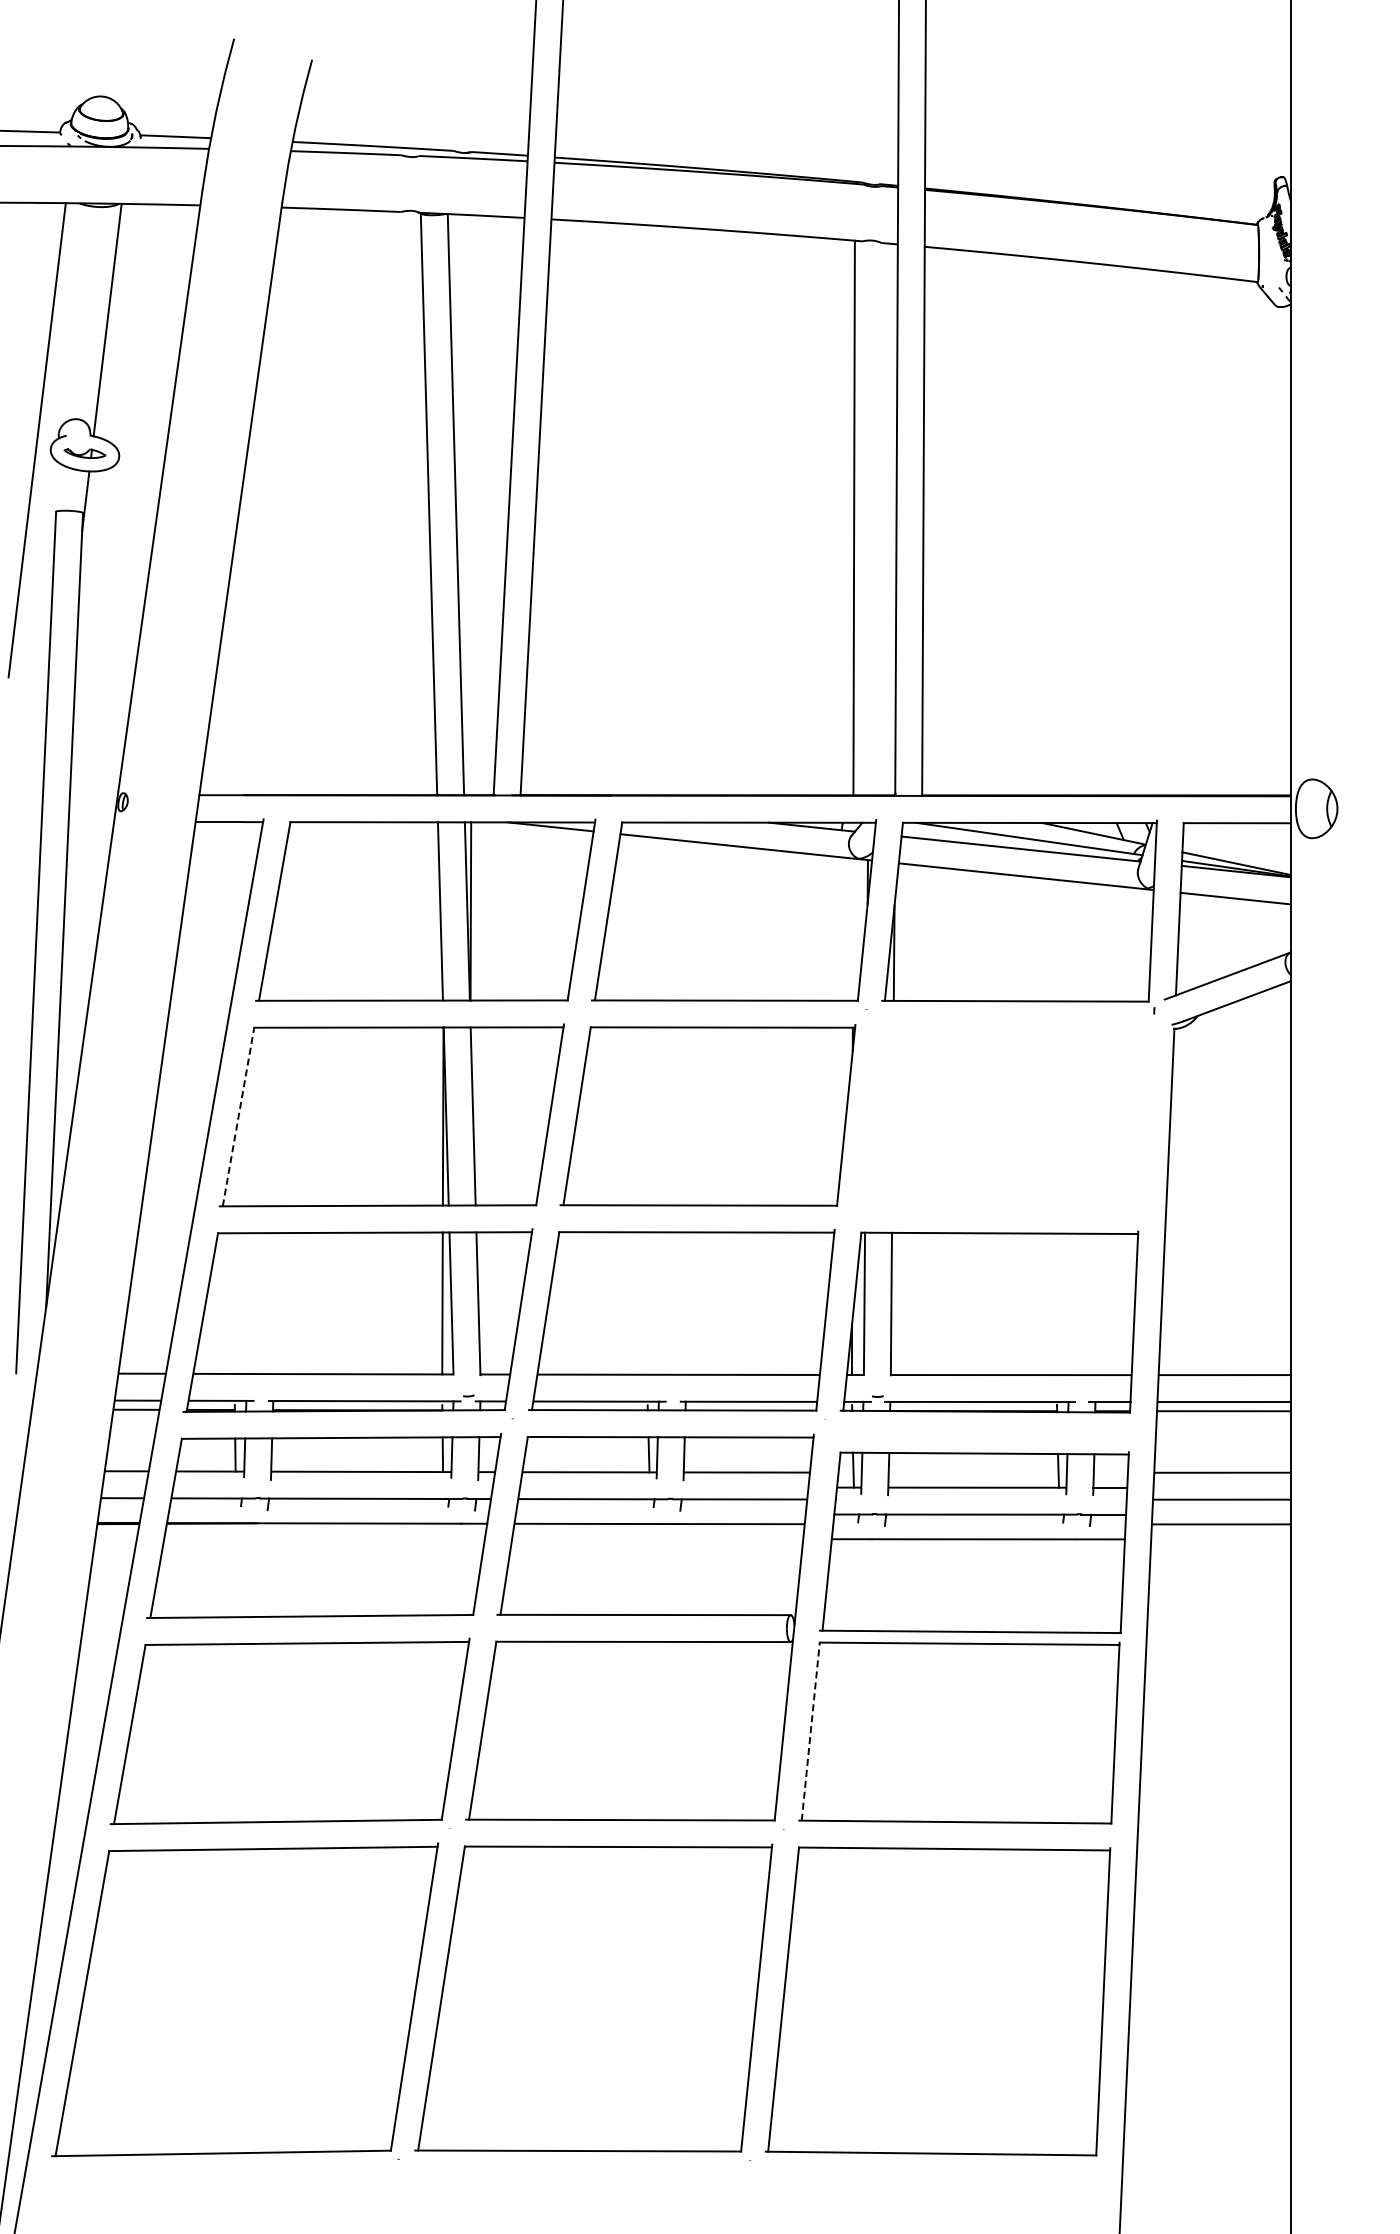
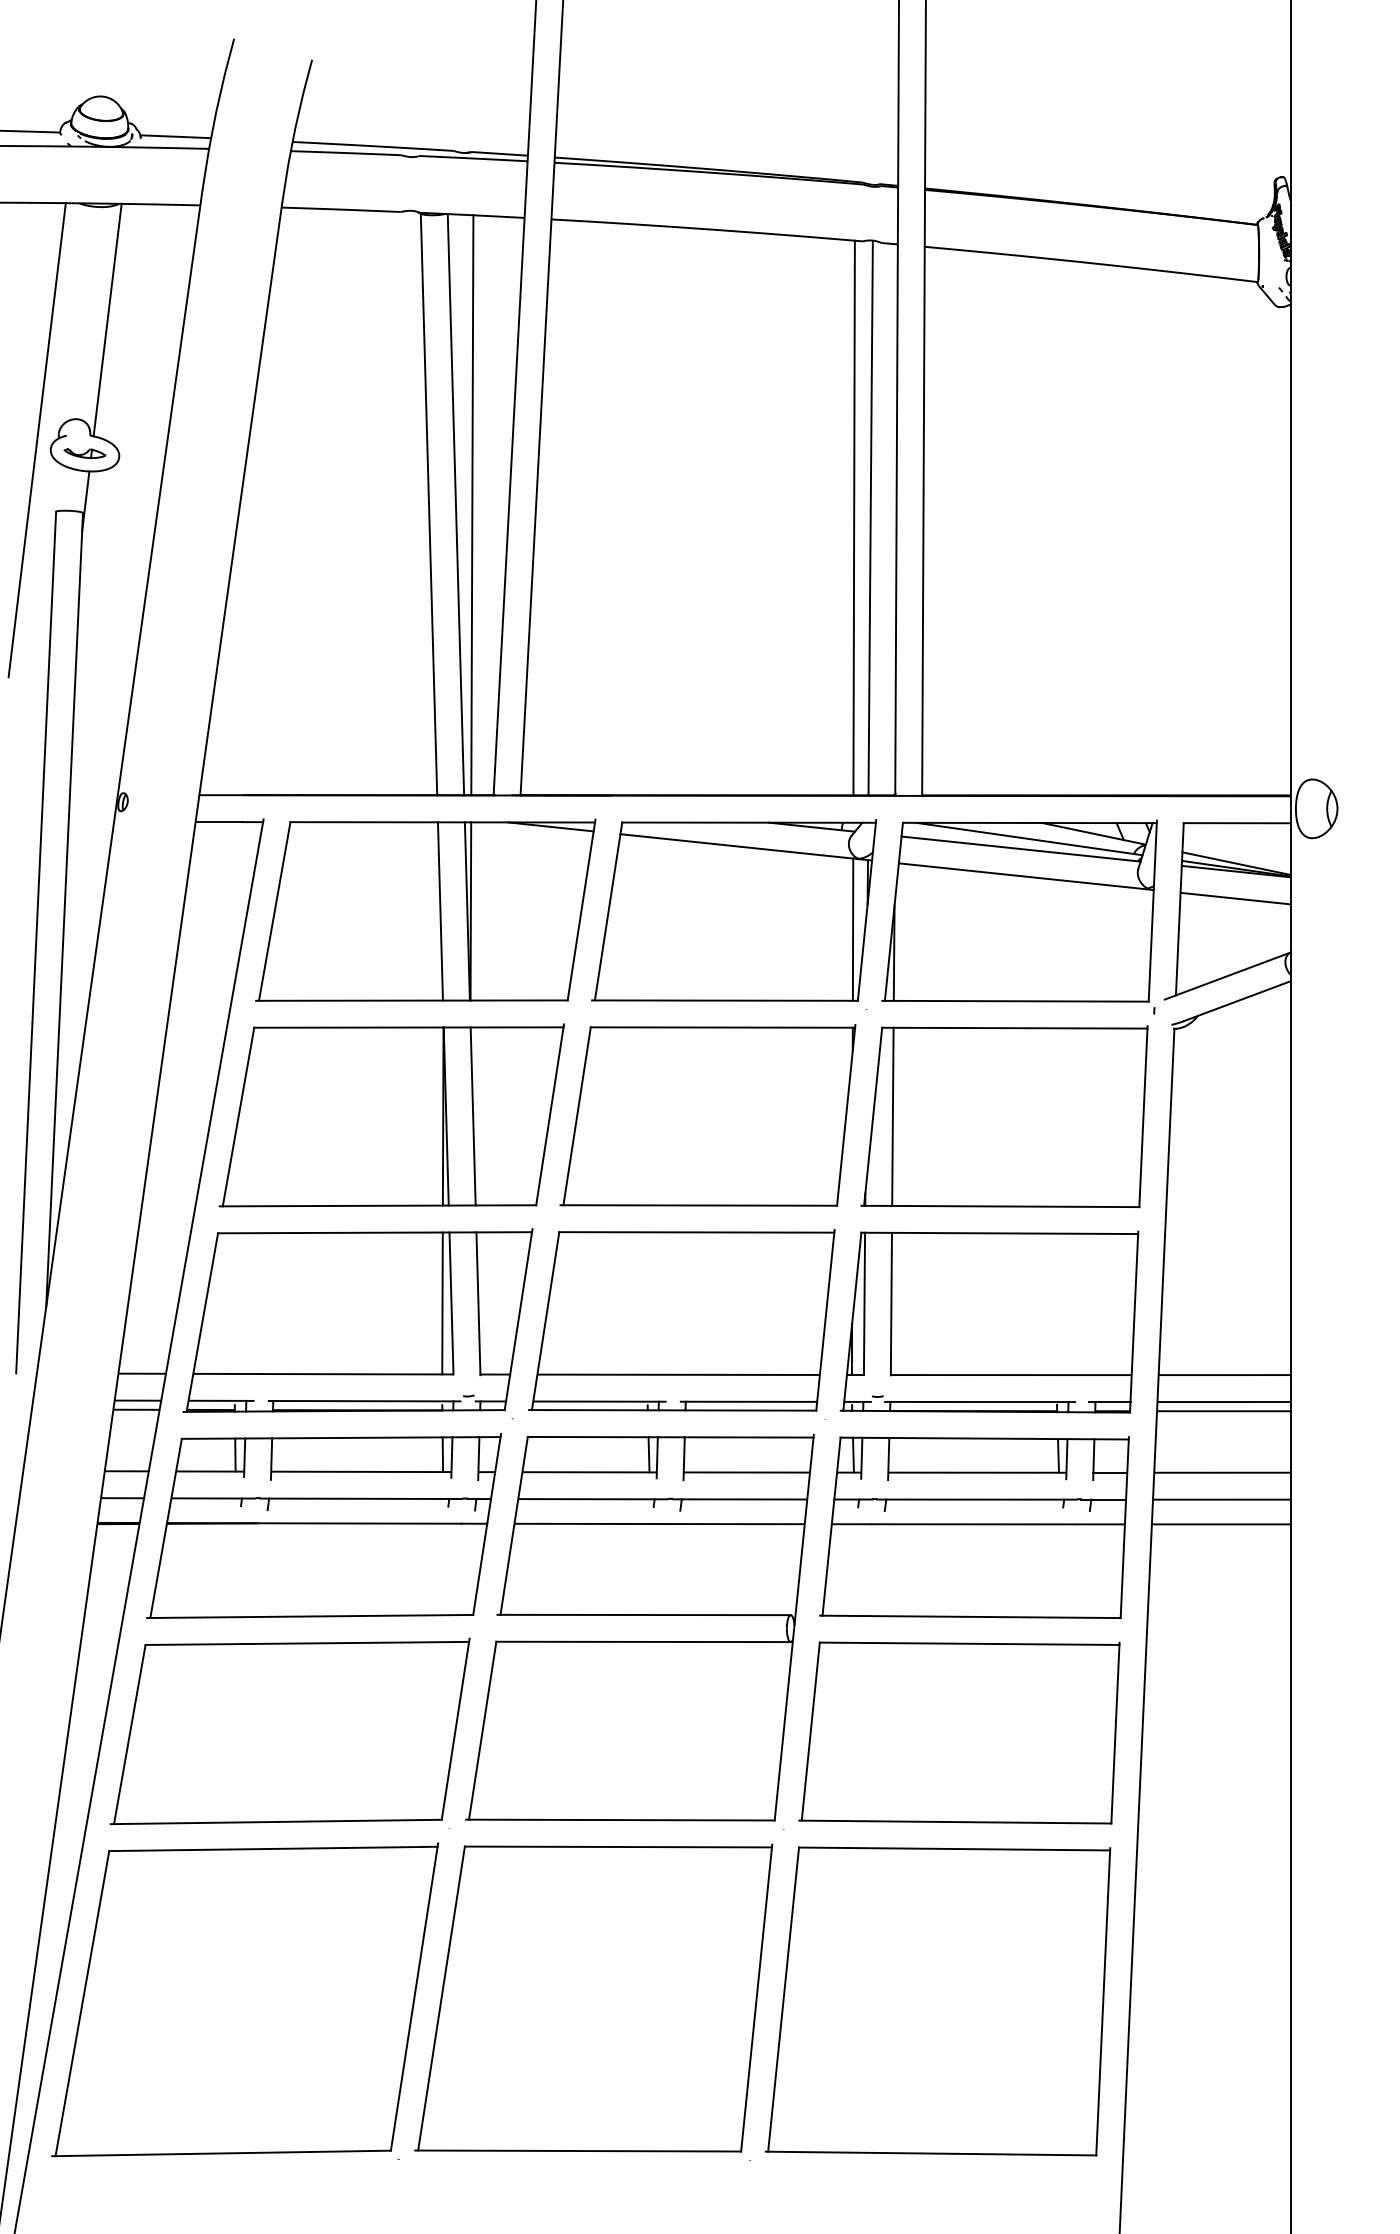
line at (472, 505): none -> present
line at (870, 517): none -> present
line at (852, 929): none -> present
part at (1004, 1116): none -> present
line at (238, 1117): dashed -> solid
part at (974, 1542) position: (974, 1542) -> (974, 1527)
line at (810, 1731): dashed -> solid
